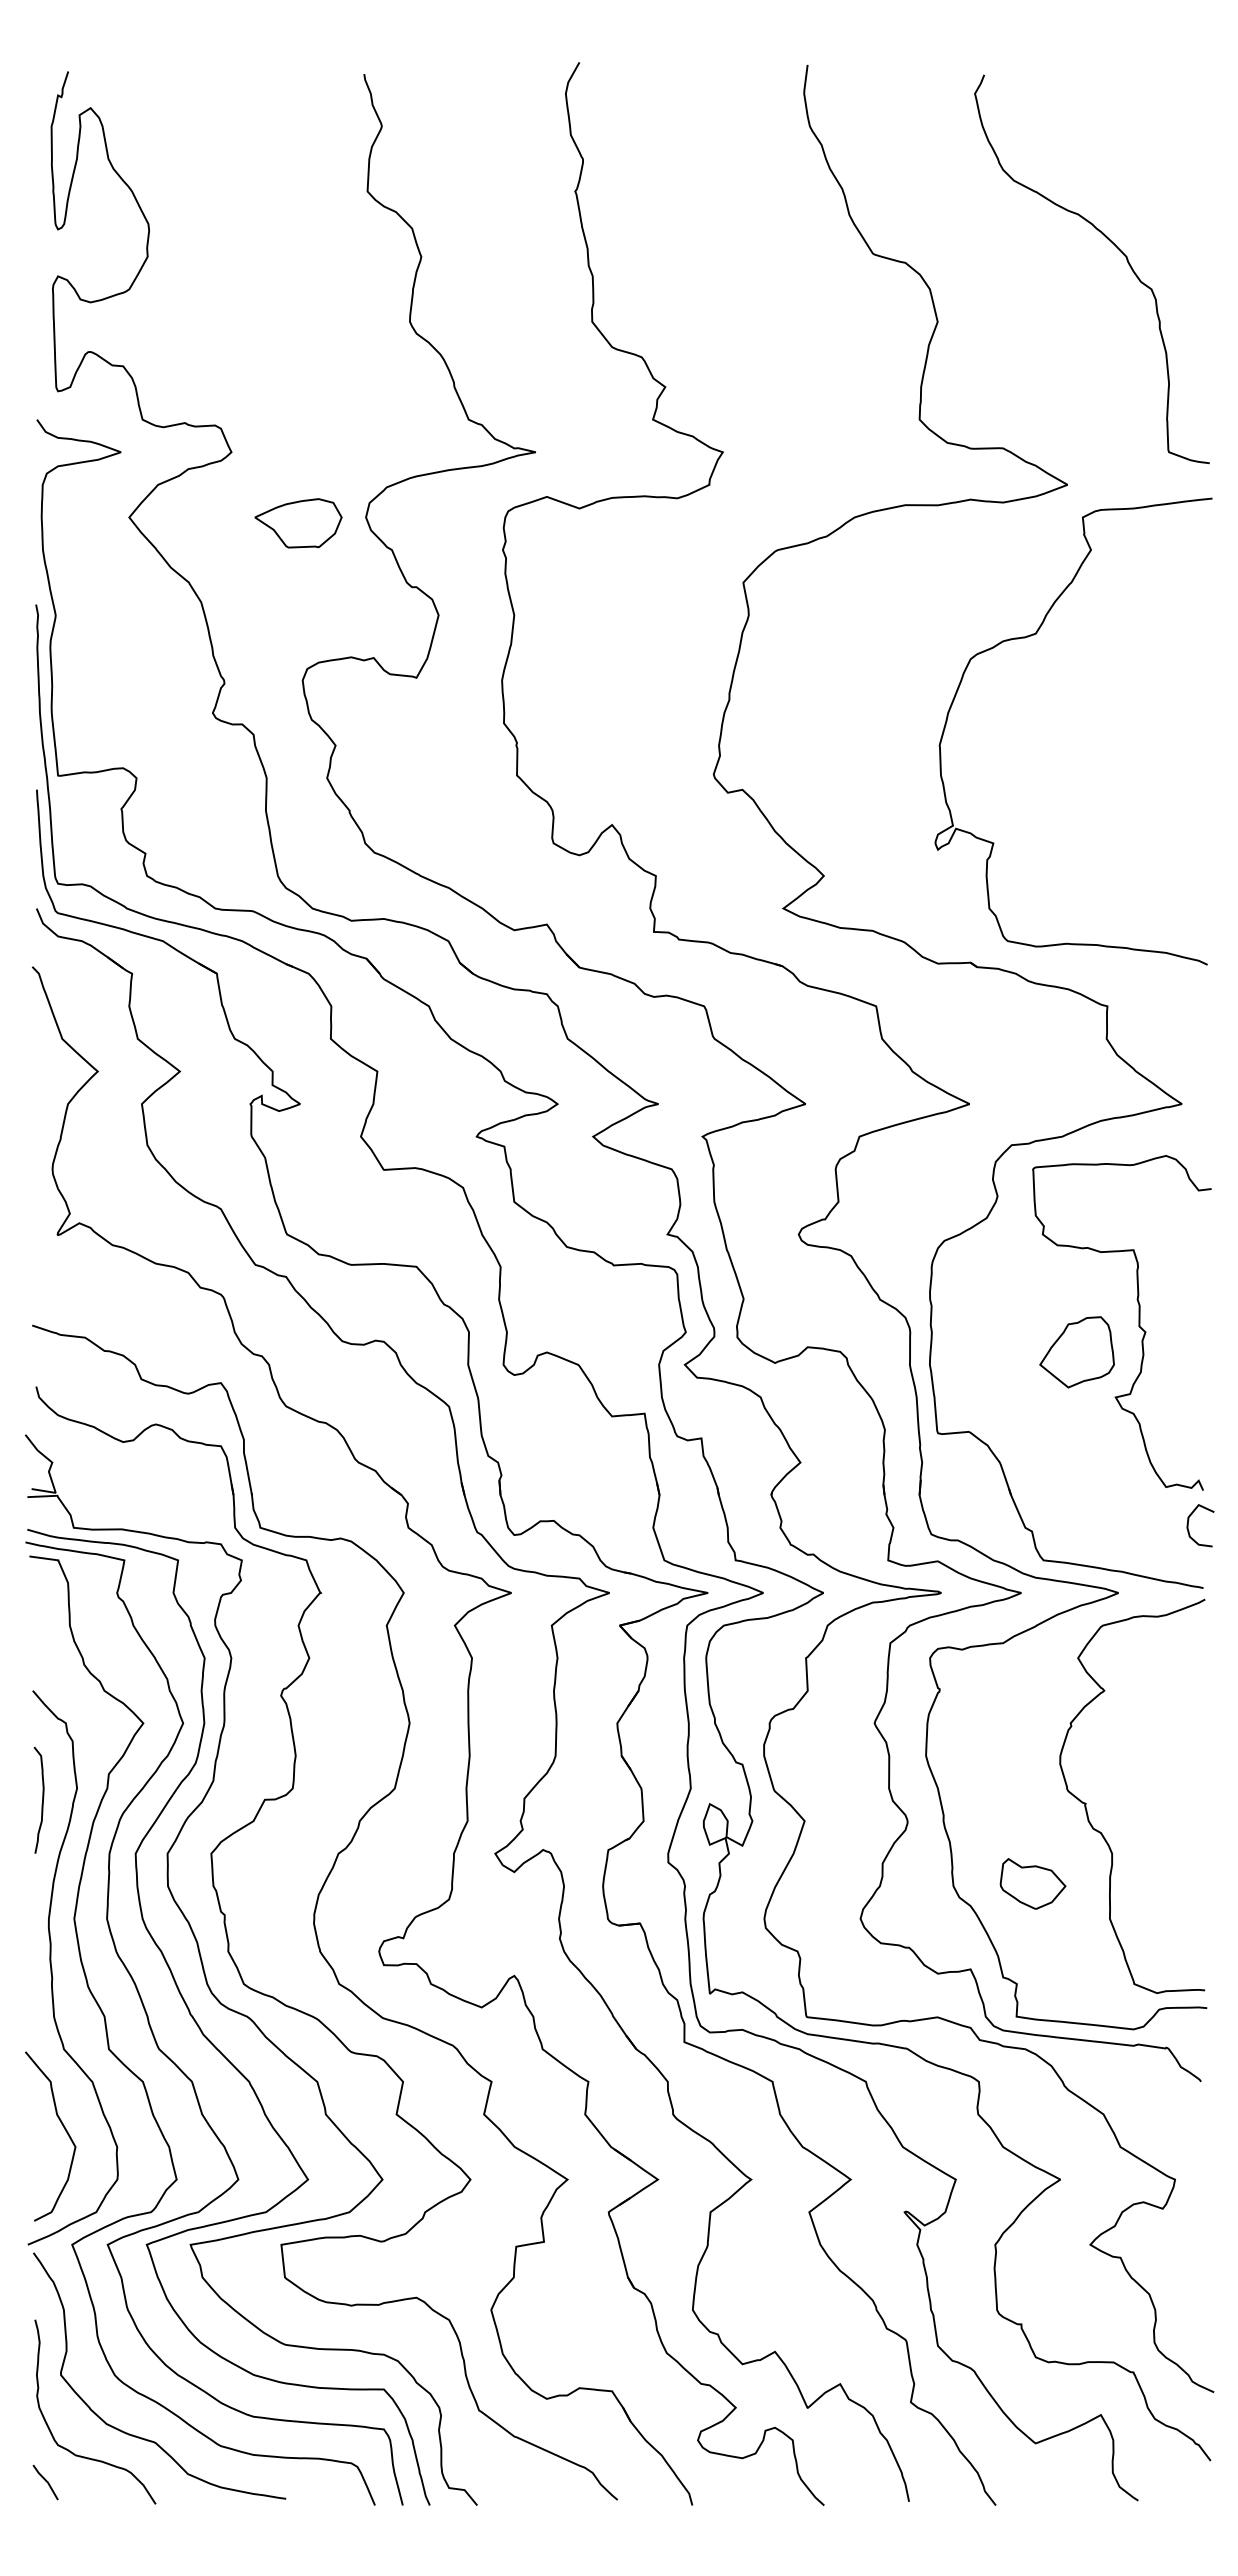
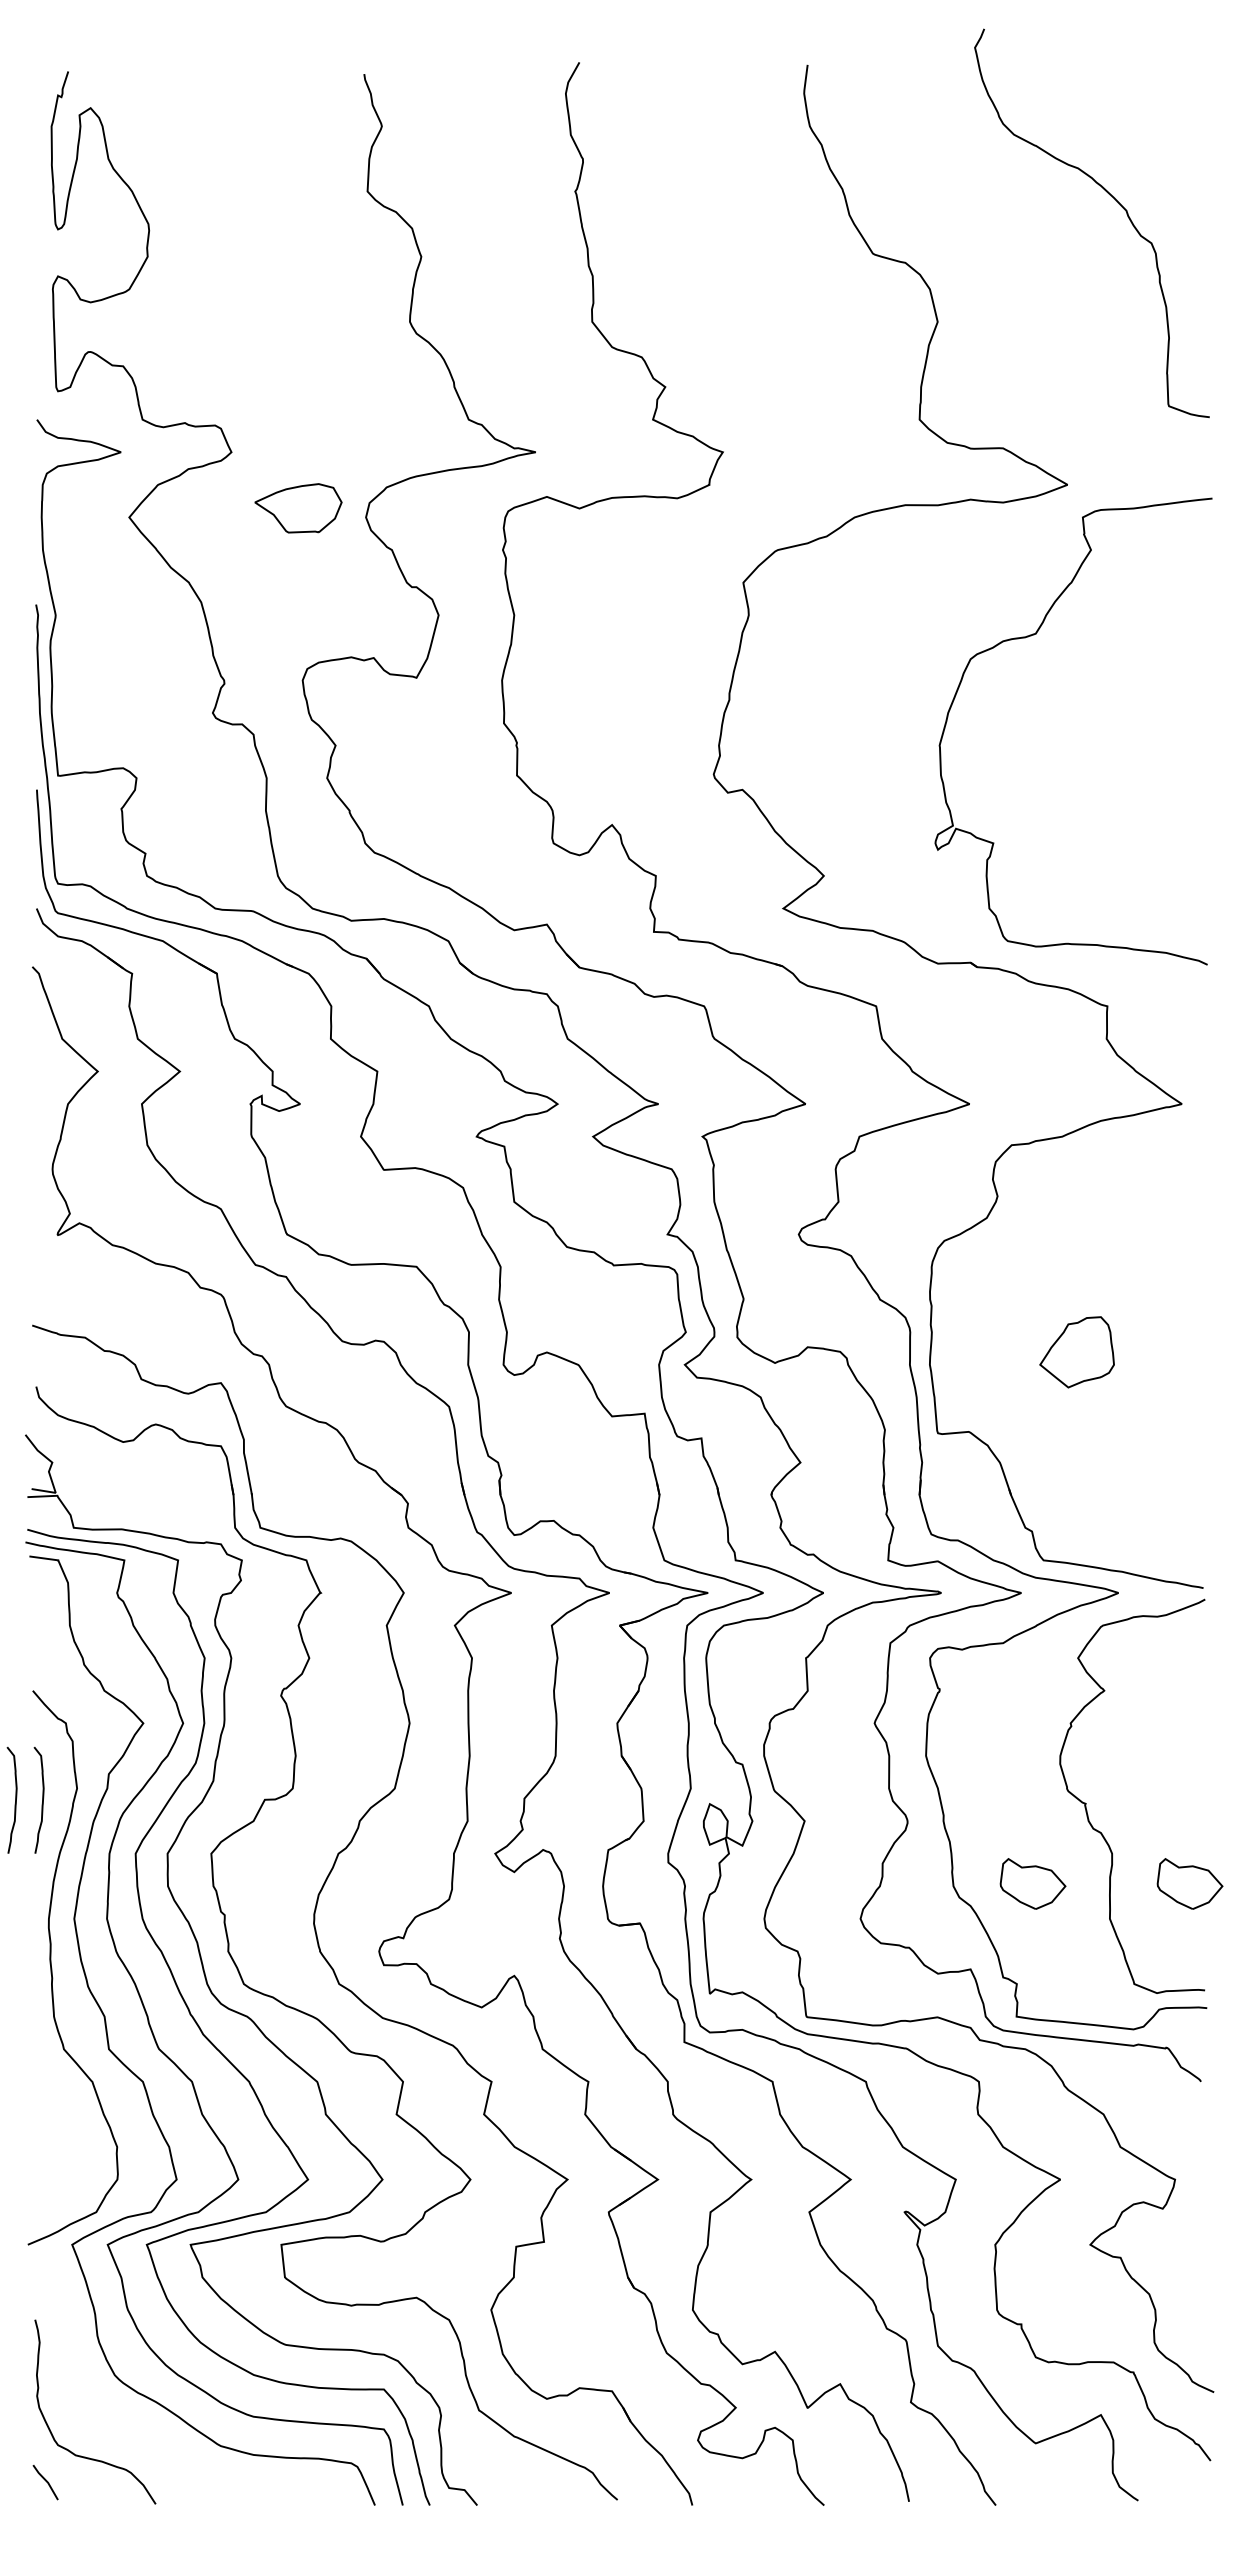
curve at (1114, 245) position: (1114, 245) -> (1114, 199)
part at (298, 523) position: (298, 523) -> (298, 508)
curve at (1138, 1322): present -> none
curve at (1188, 1525): present -> none
curve at (15, 1799): none -> present
part at (1189, 1883): none -> present
curve at (62, 2126): present -> none
curve at (139, 2436): present -> none
